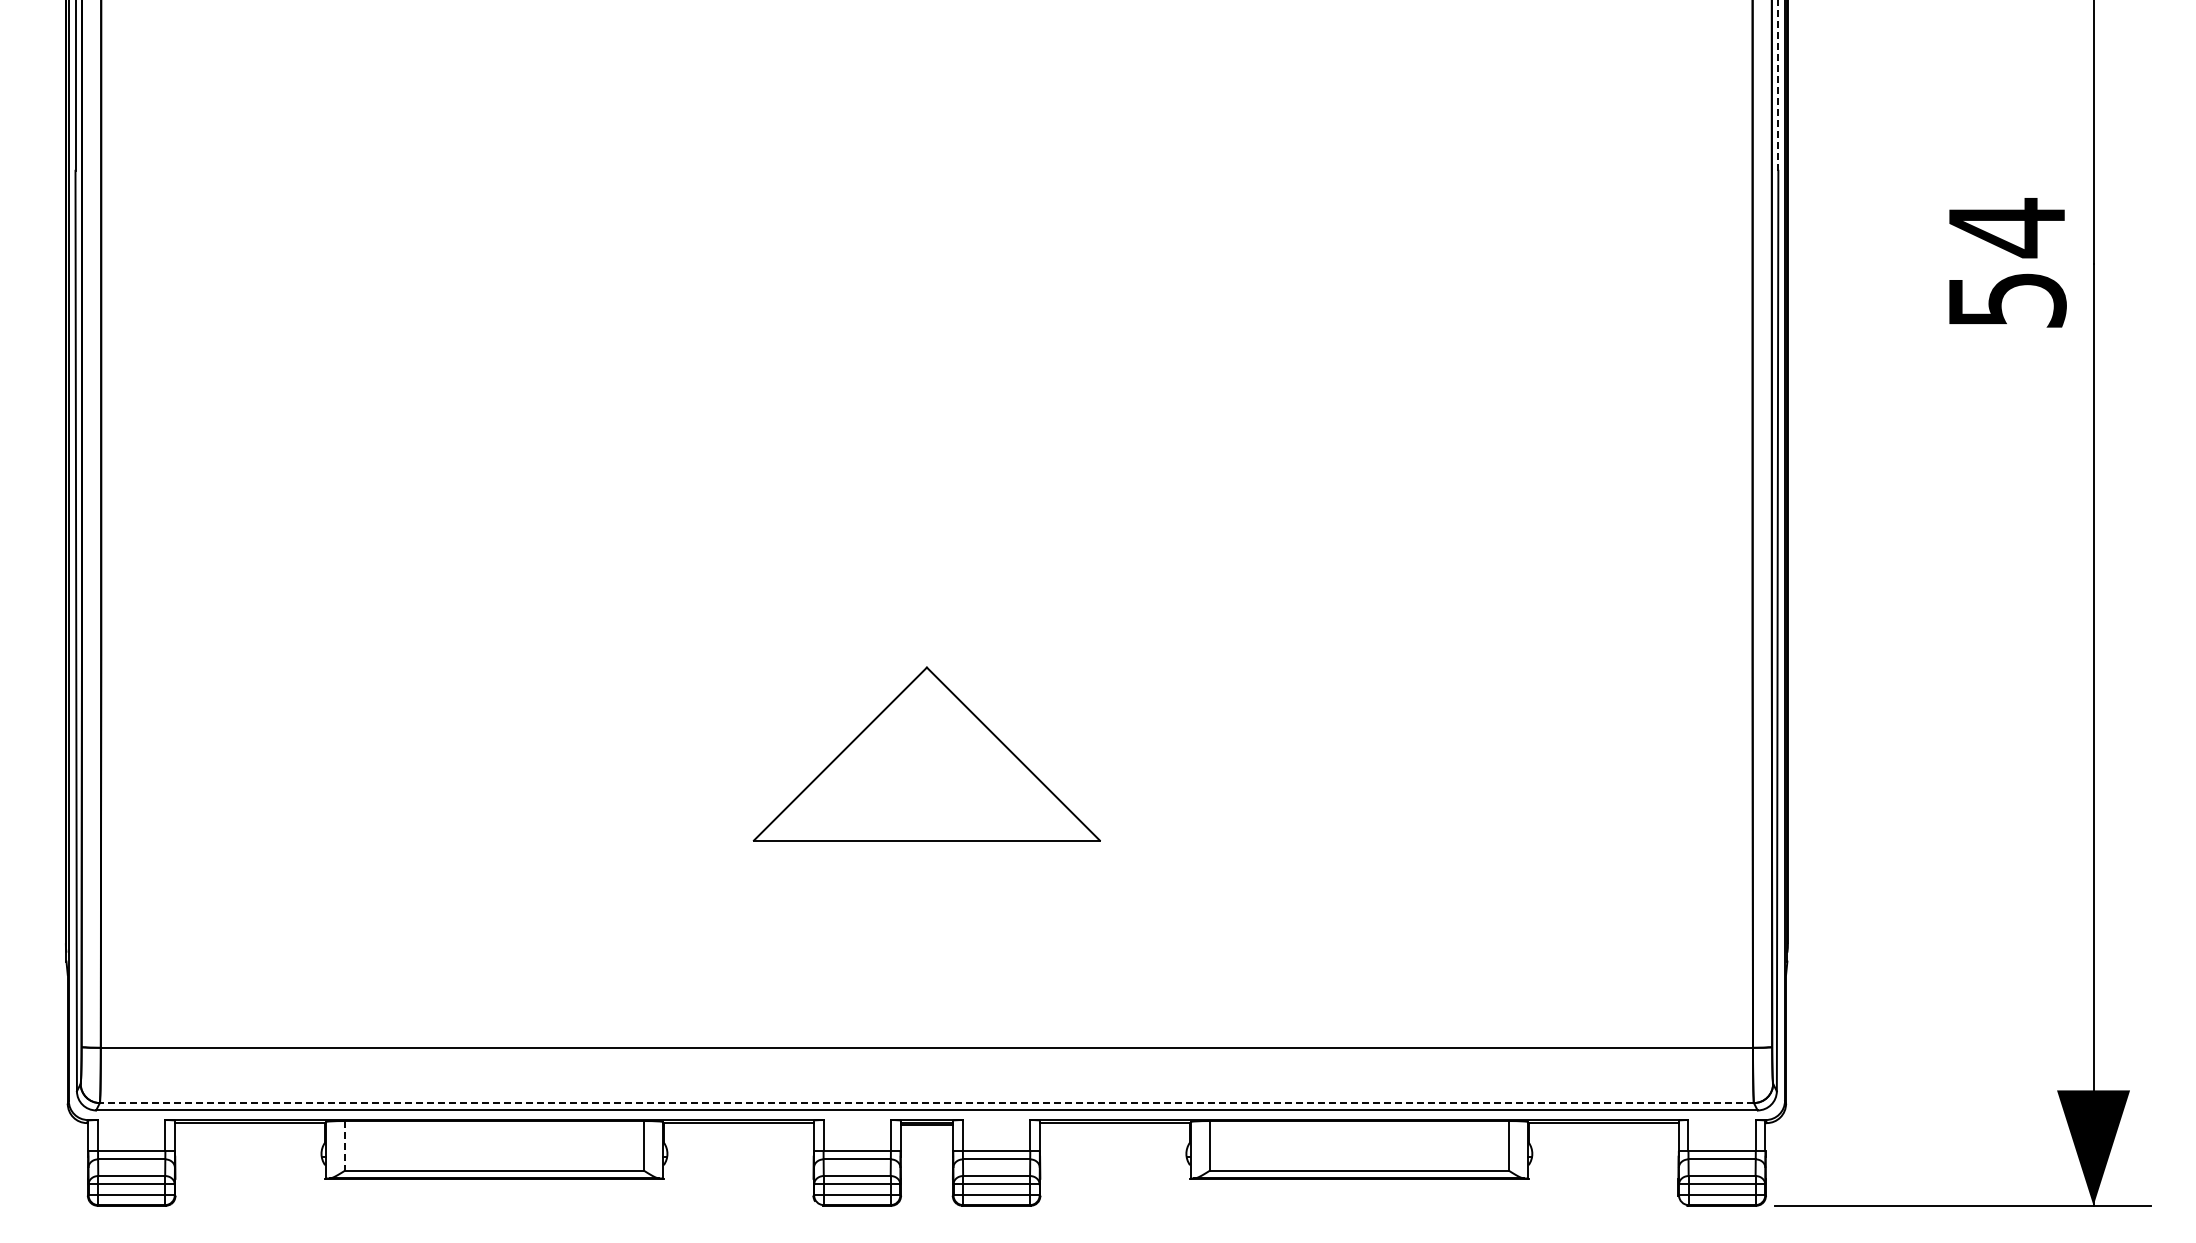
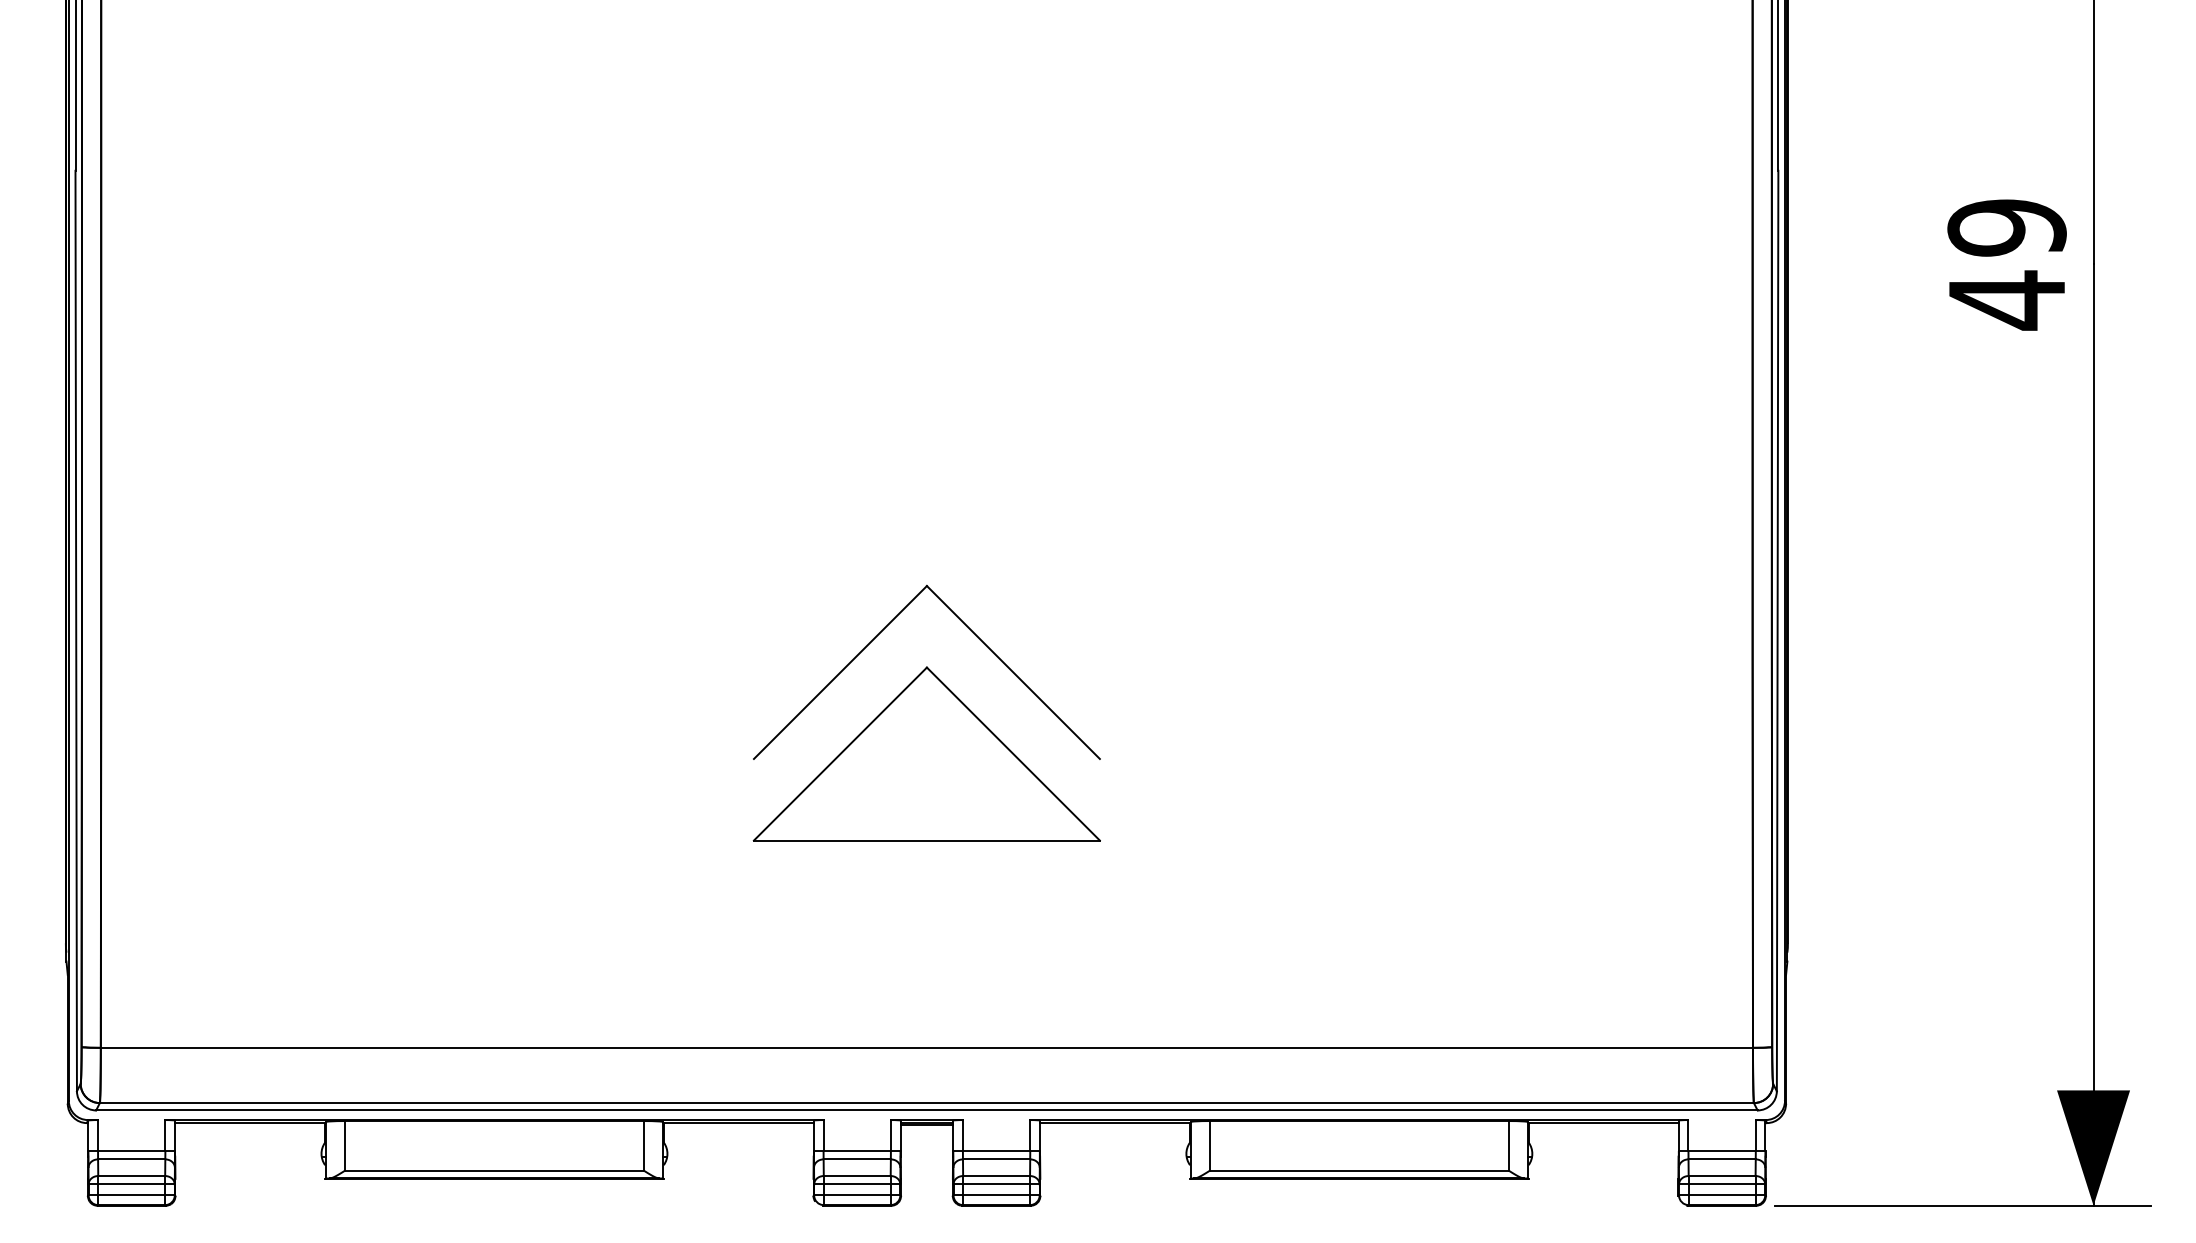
line at (1778, 85): dashed -> solid
text at (2006, 264): 54 -> 49
part at (884, 629): none -> present
line at (926, 1103): dashed -> solid
line at (344, 1145): dashed -> solid
